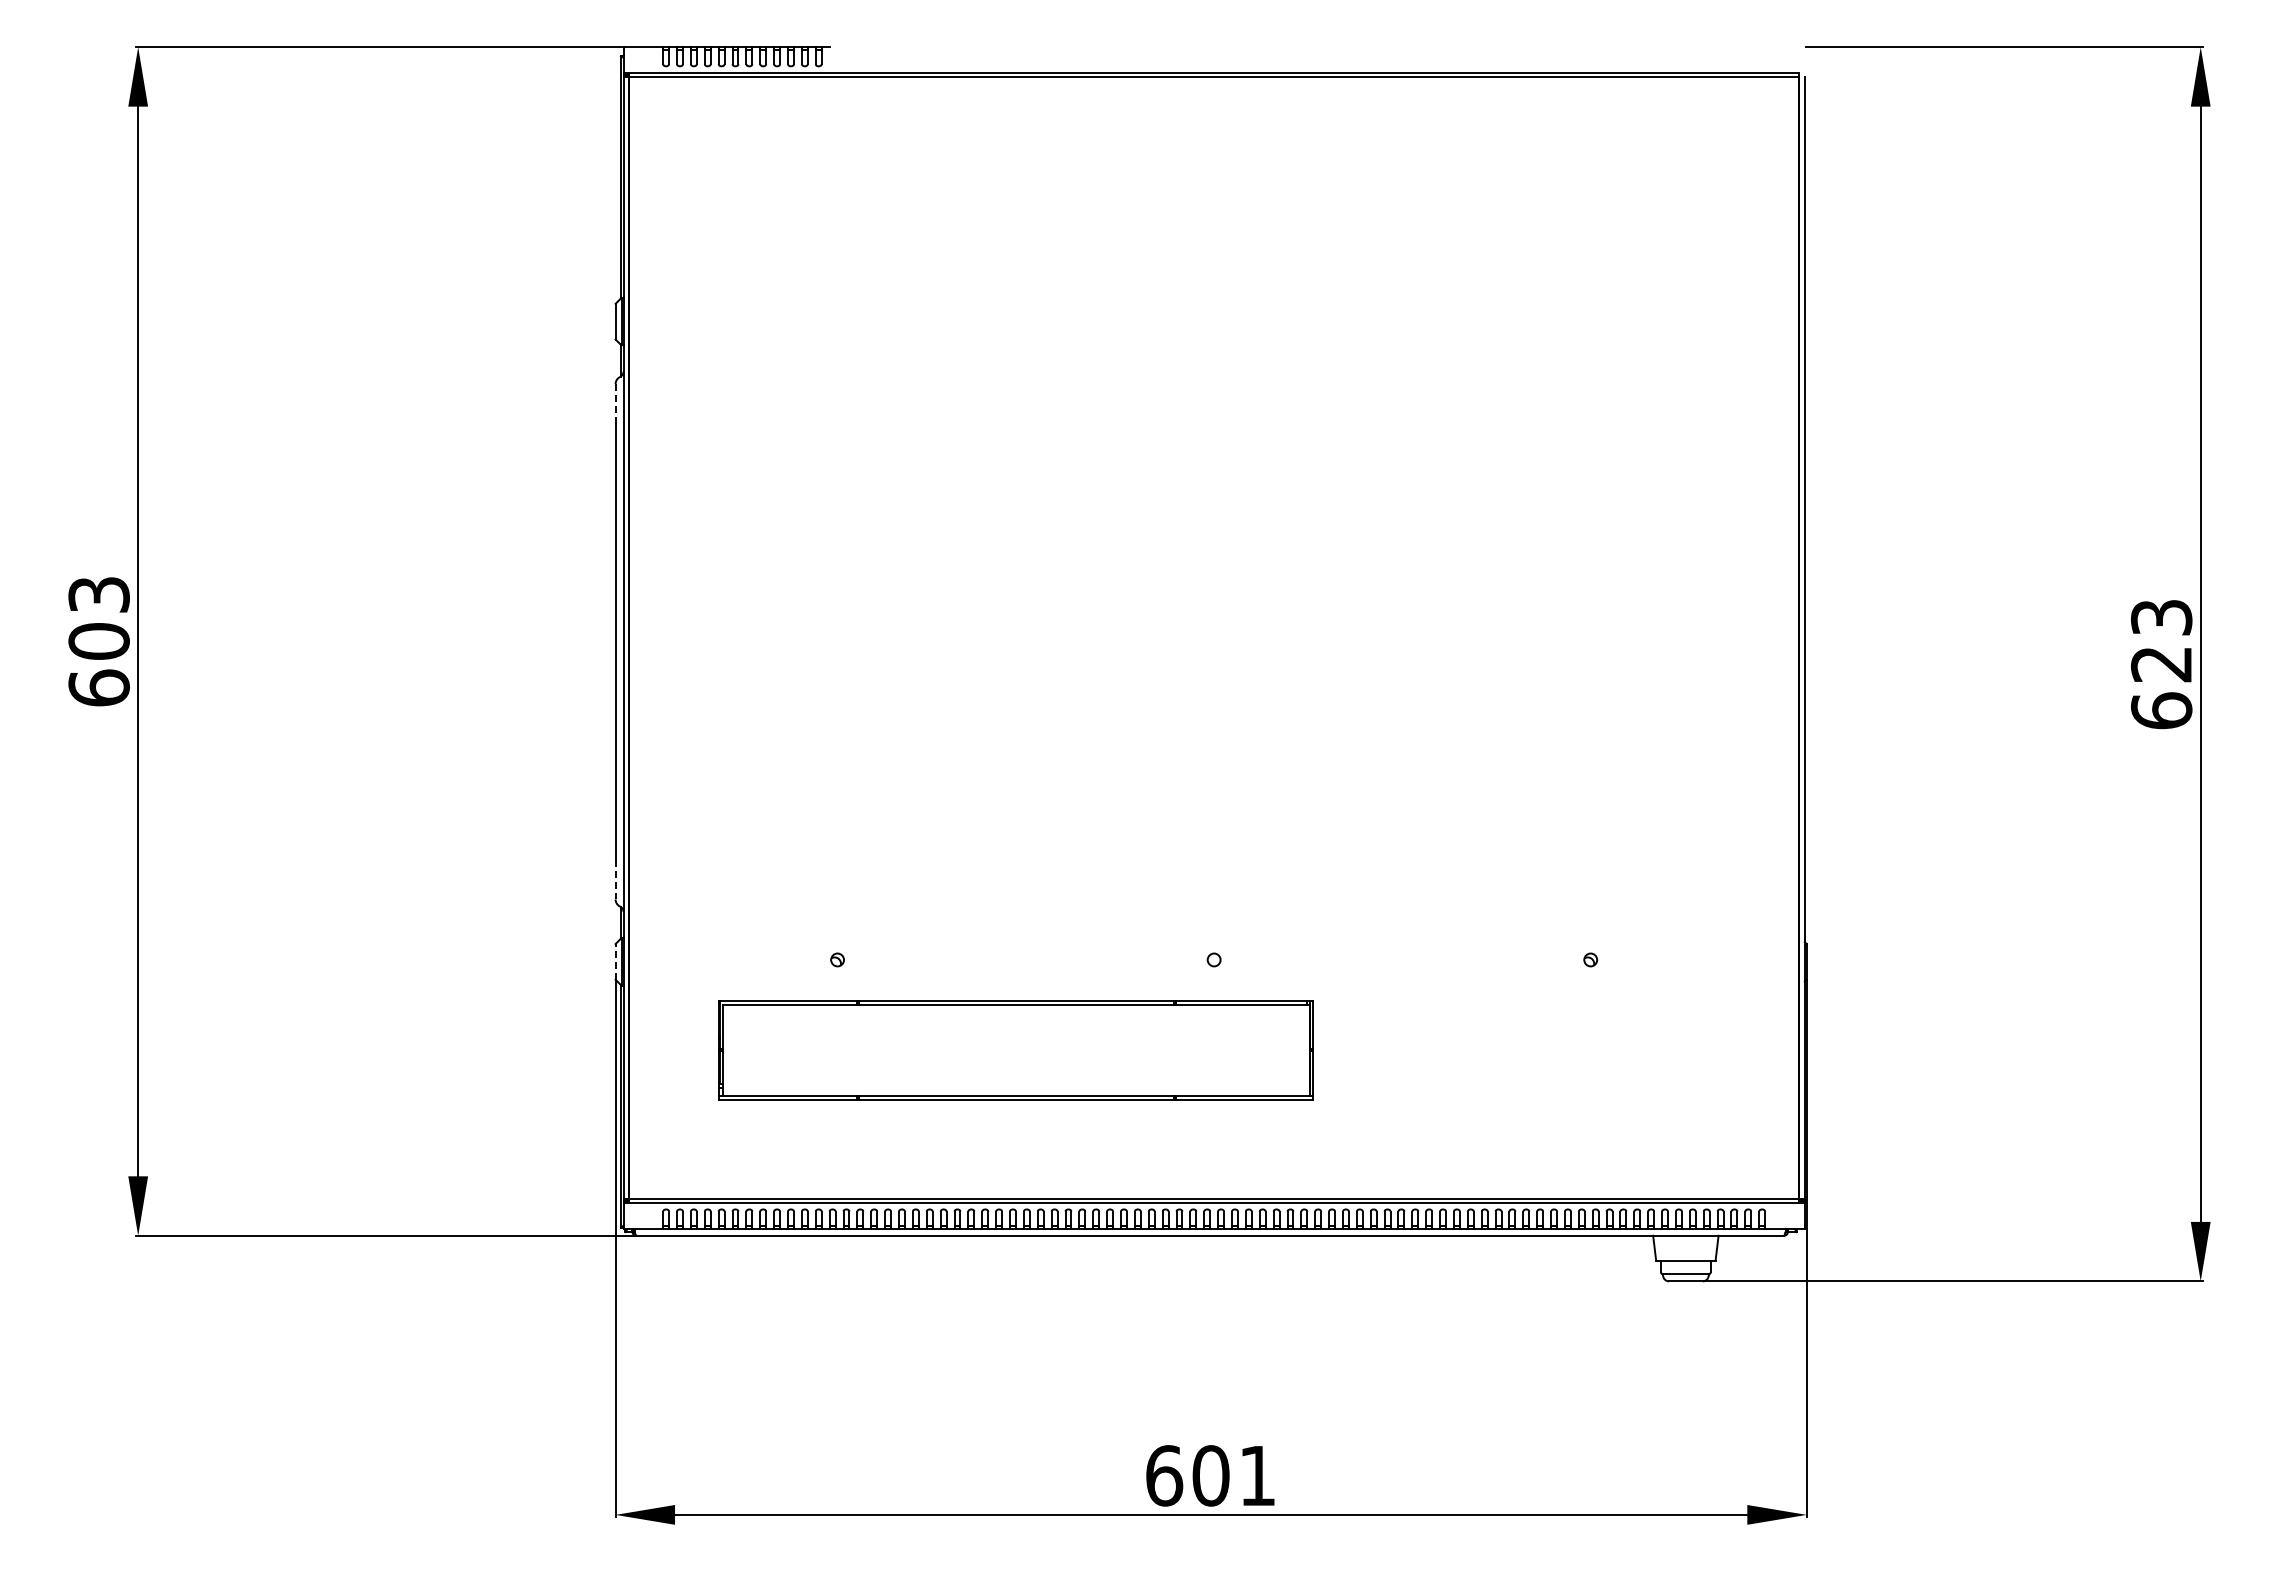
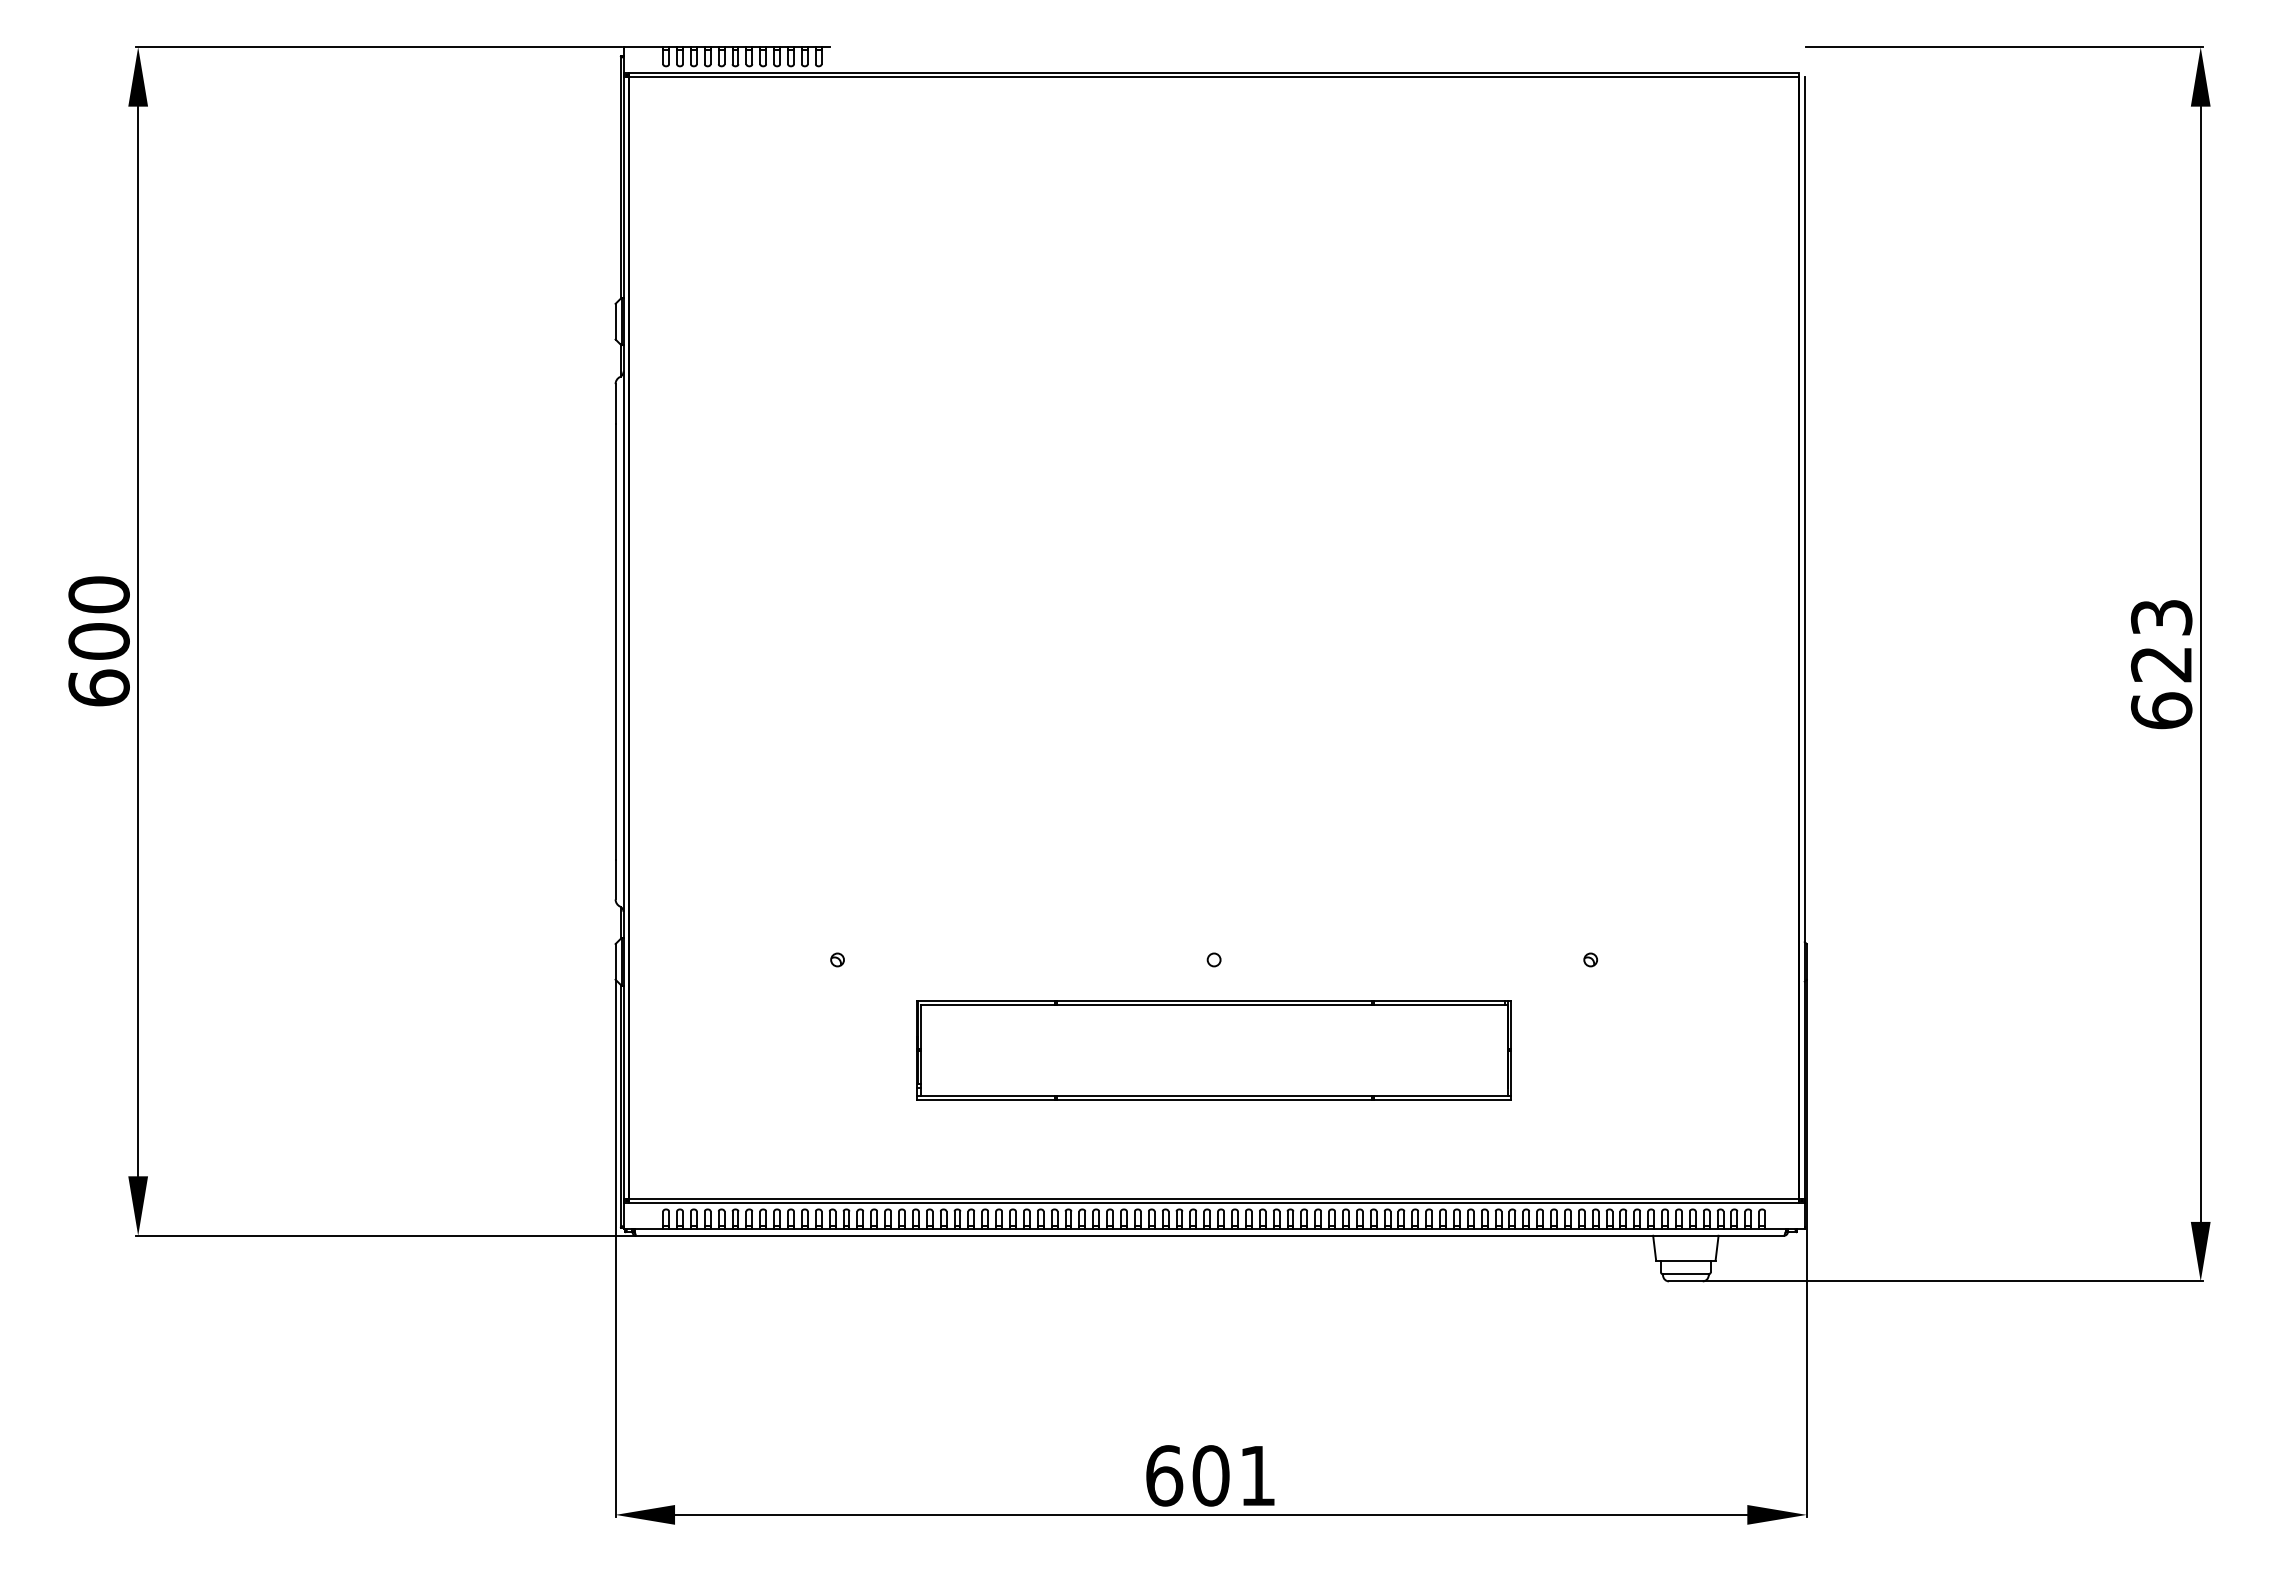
line at (615, 403): dashed -> solid
text at (98, 594): 603 -> 600
line at (615, 879): dashed -> solid
line at (615, 961): dashed -> solid
part at (1015, 1050) position: (1015, 1050) -> (1213, 1050)
